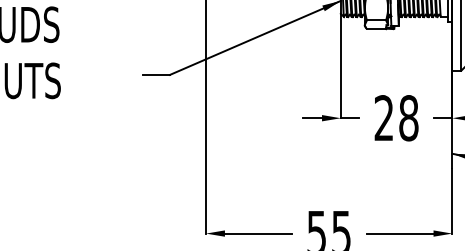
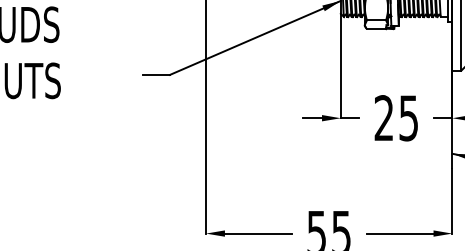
text at (408, 118): 28 -> 25
